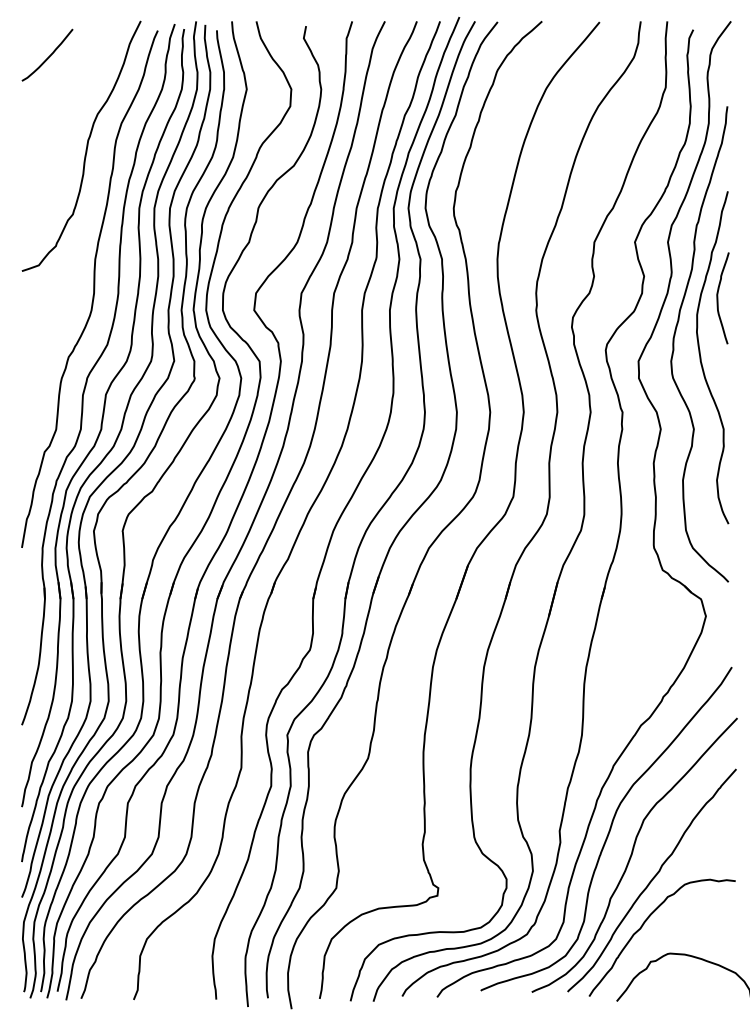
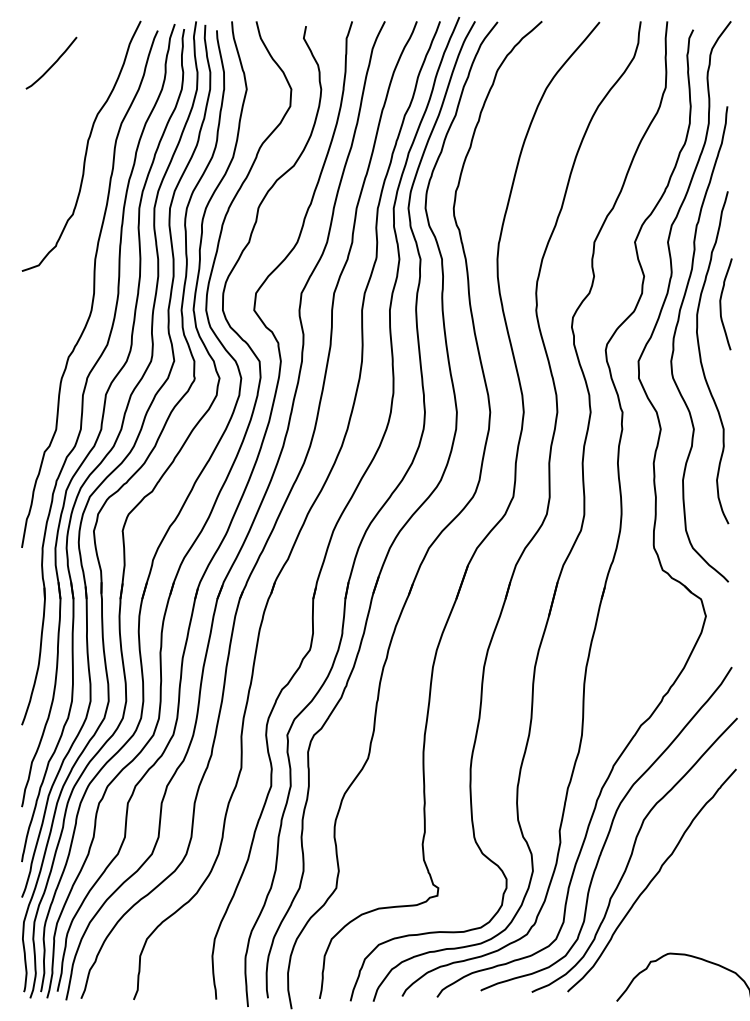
curve at (49, 55) position: (49, 55) -> (53, 63)
curve at (718, 298) position: (718, 298) -> (721, 304)
curve at (644, 924): present -> none
